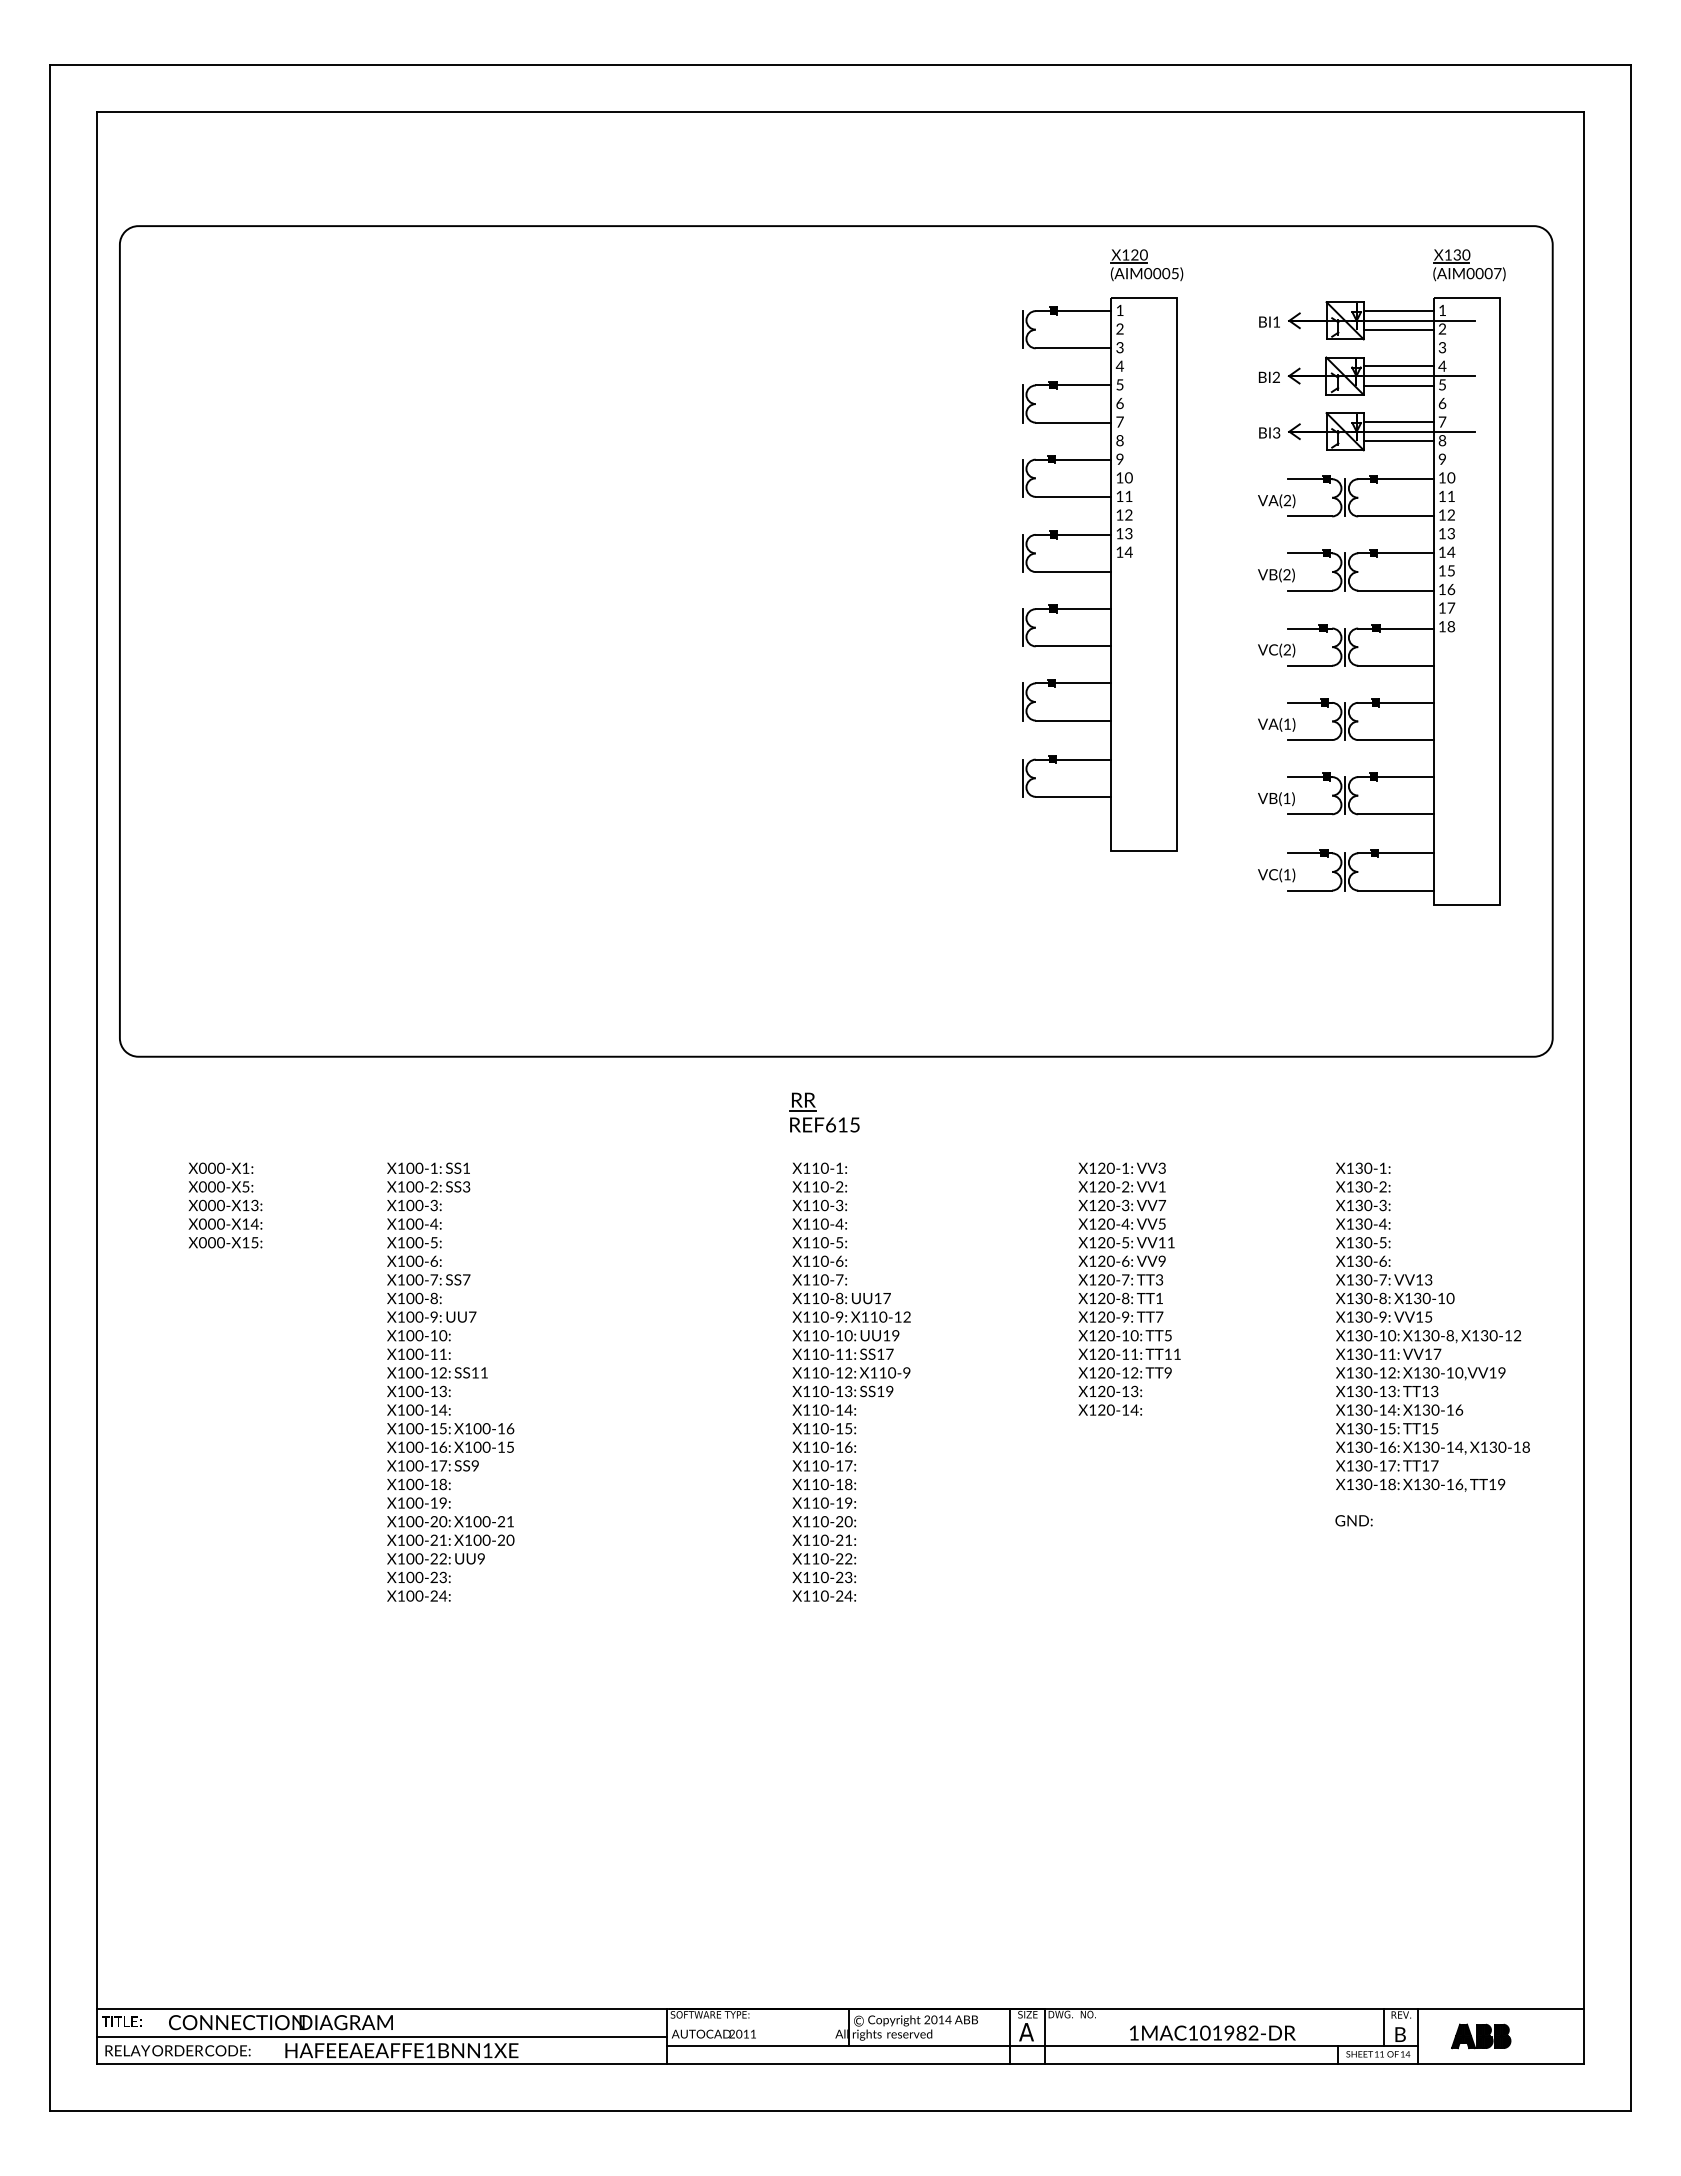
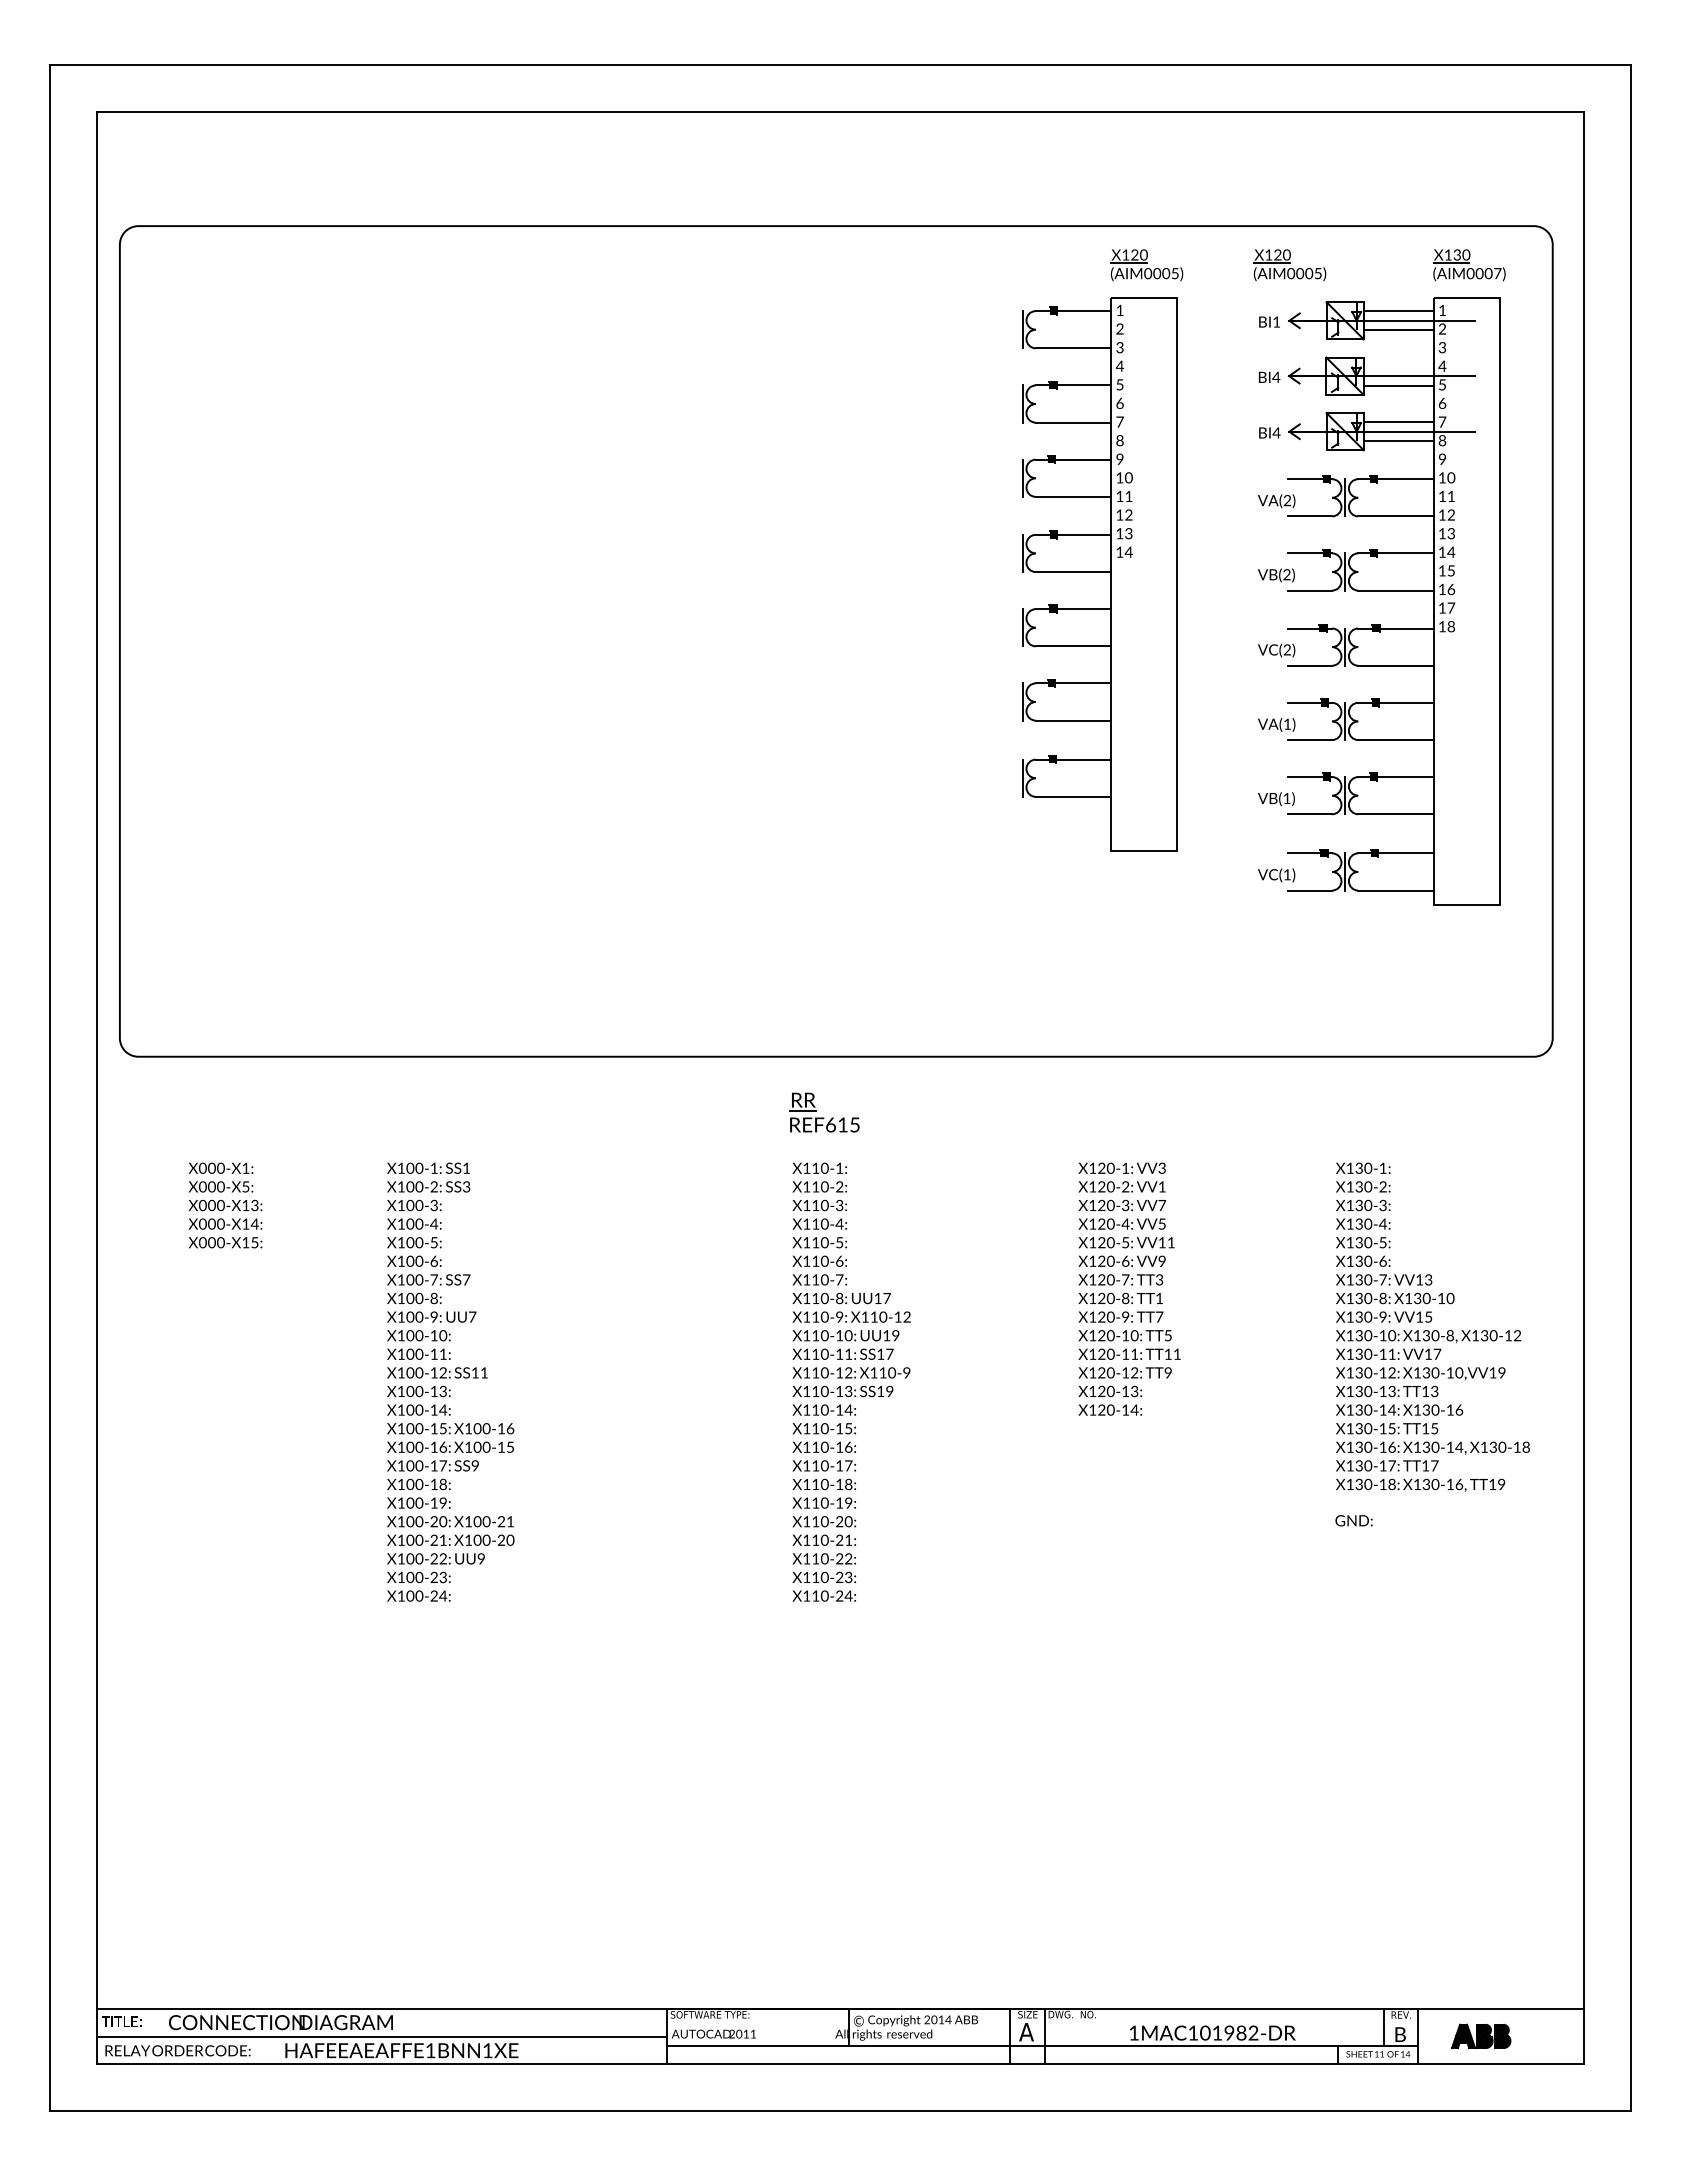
part at (1289, 265): none -> present
line at (1398, 366): present -> none
text at (1276, 376): BI2 -> BI4
text at (1276, 432): BI3 -> BI4
